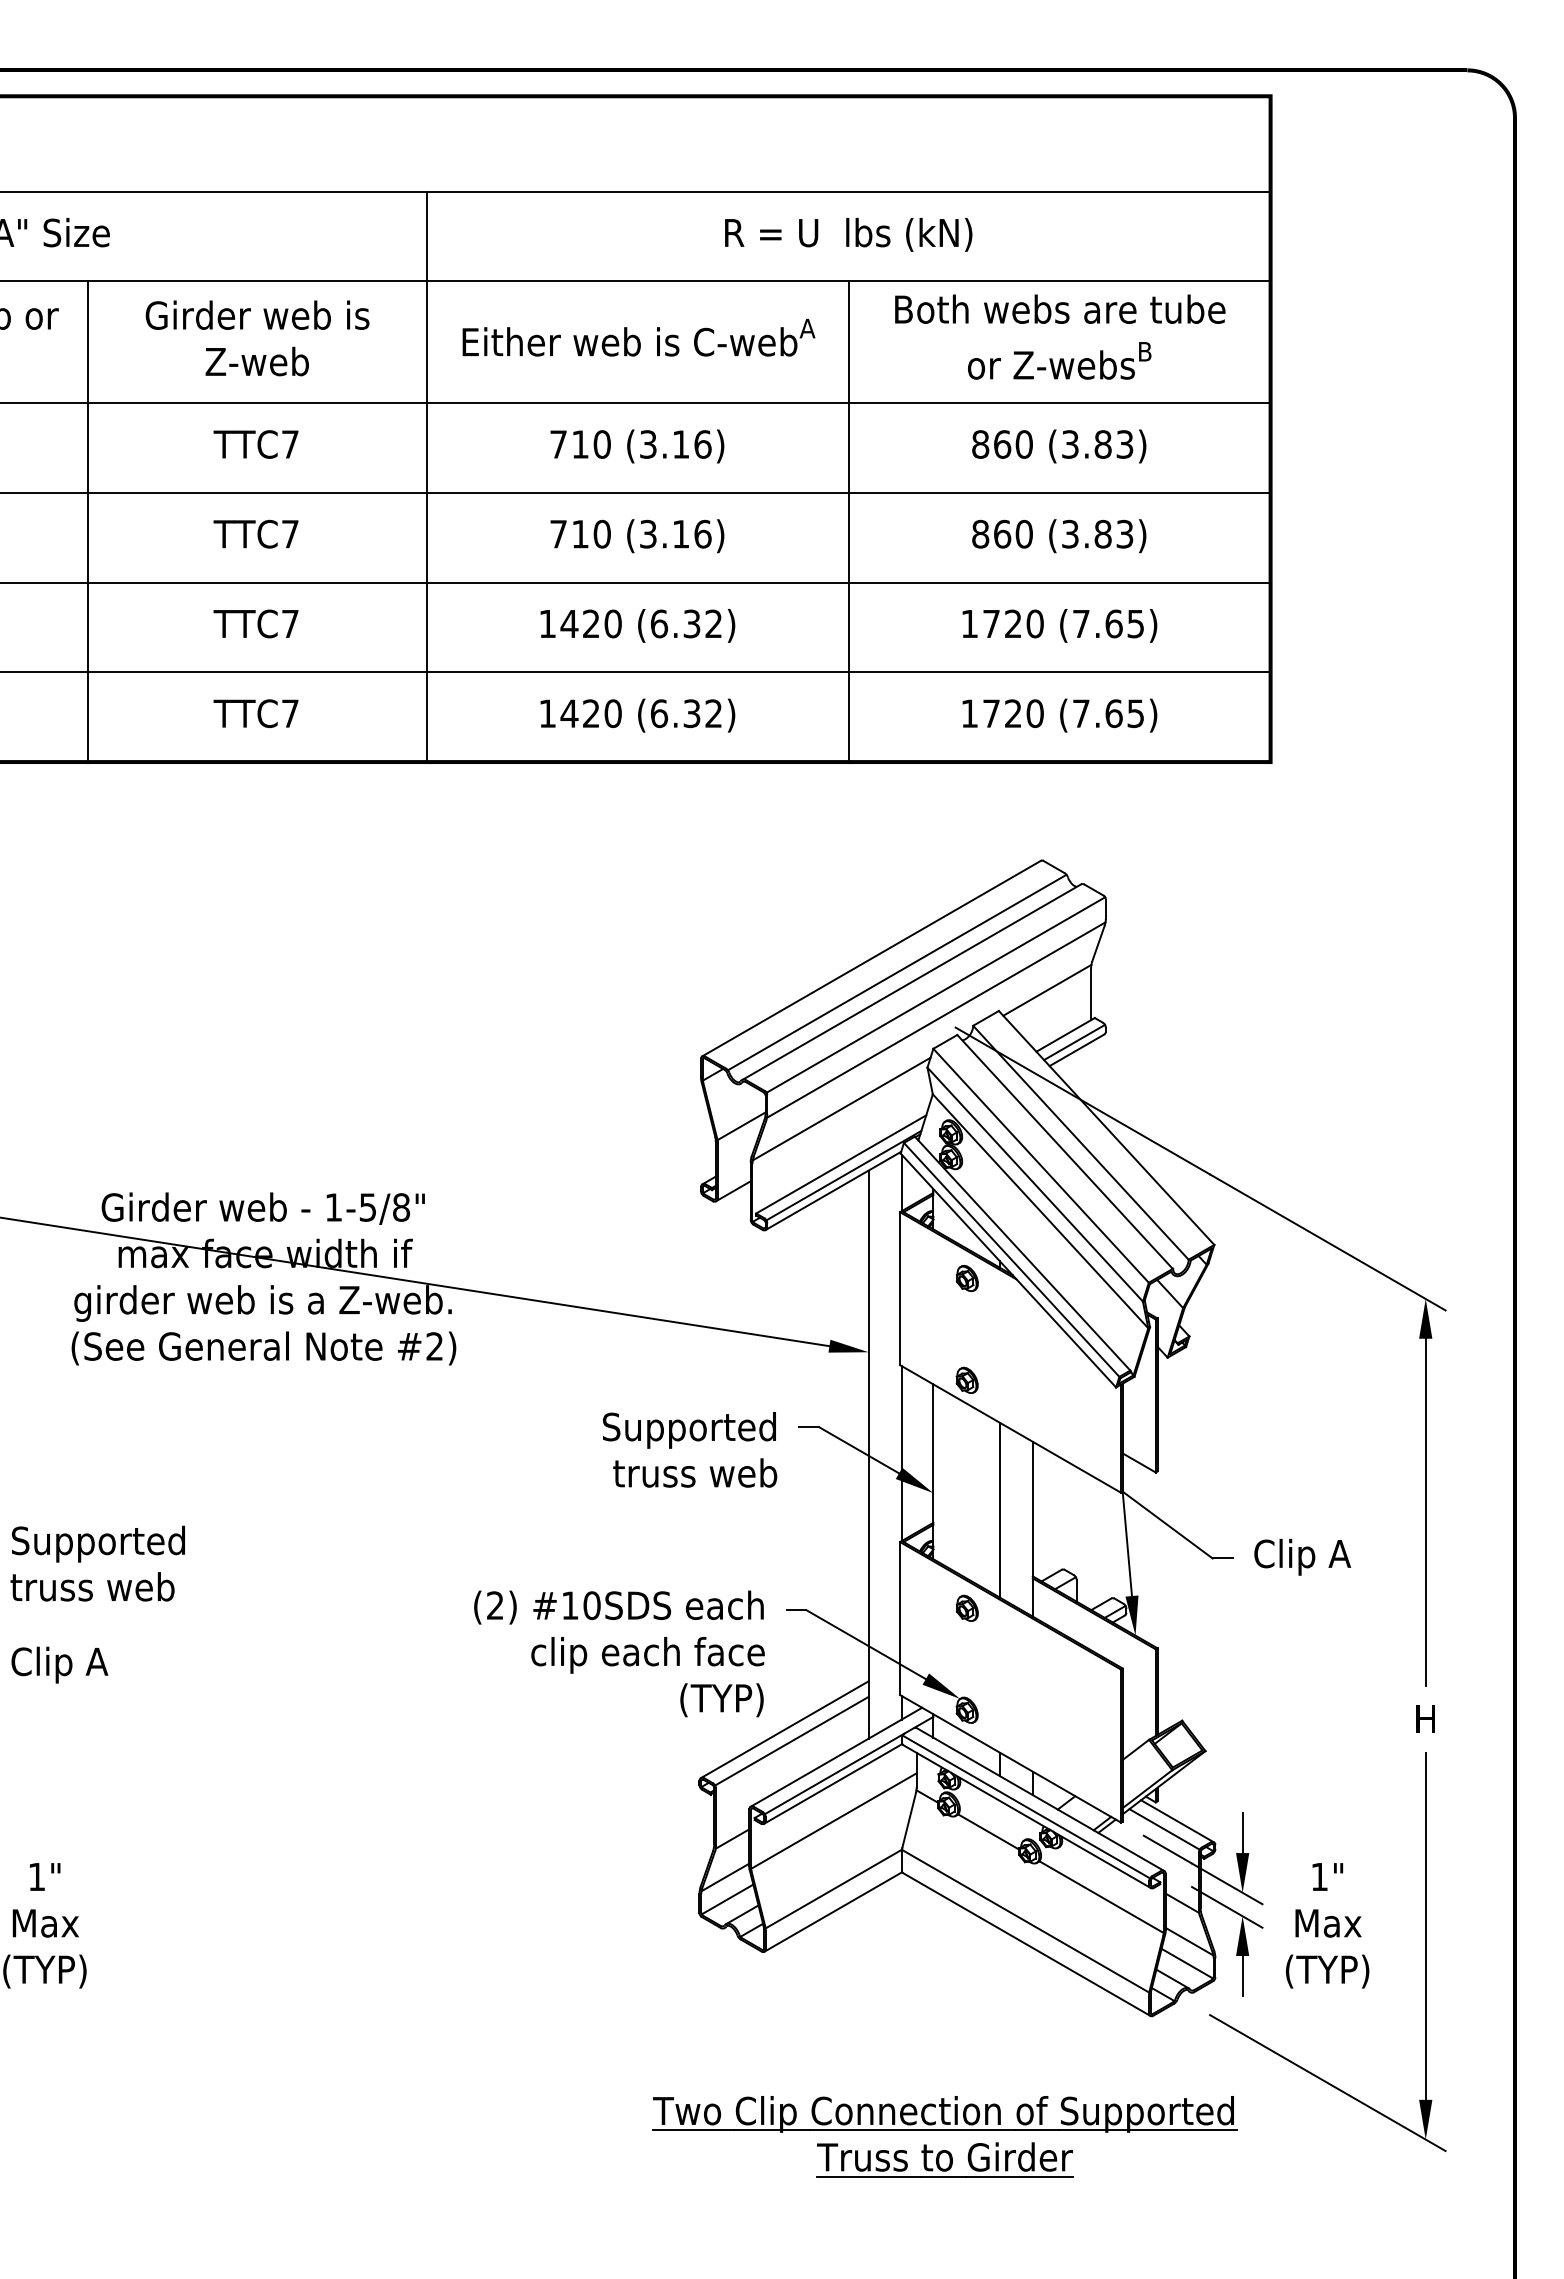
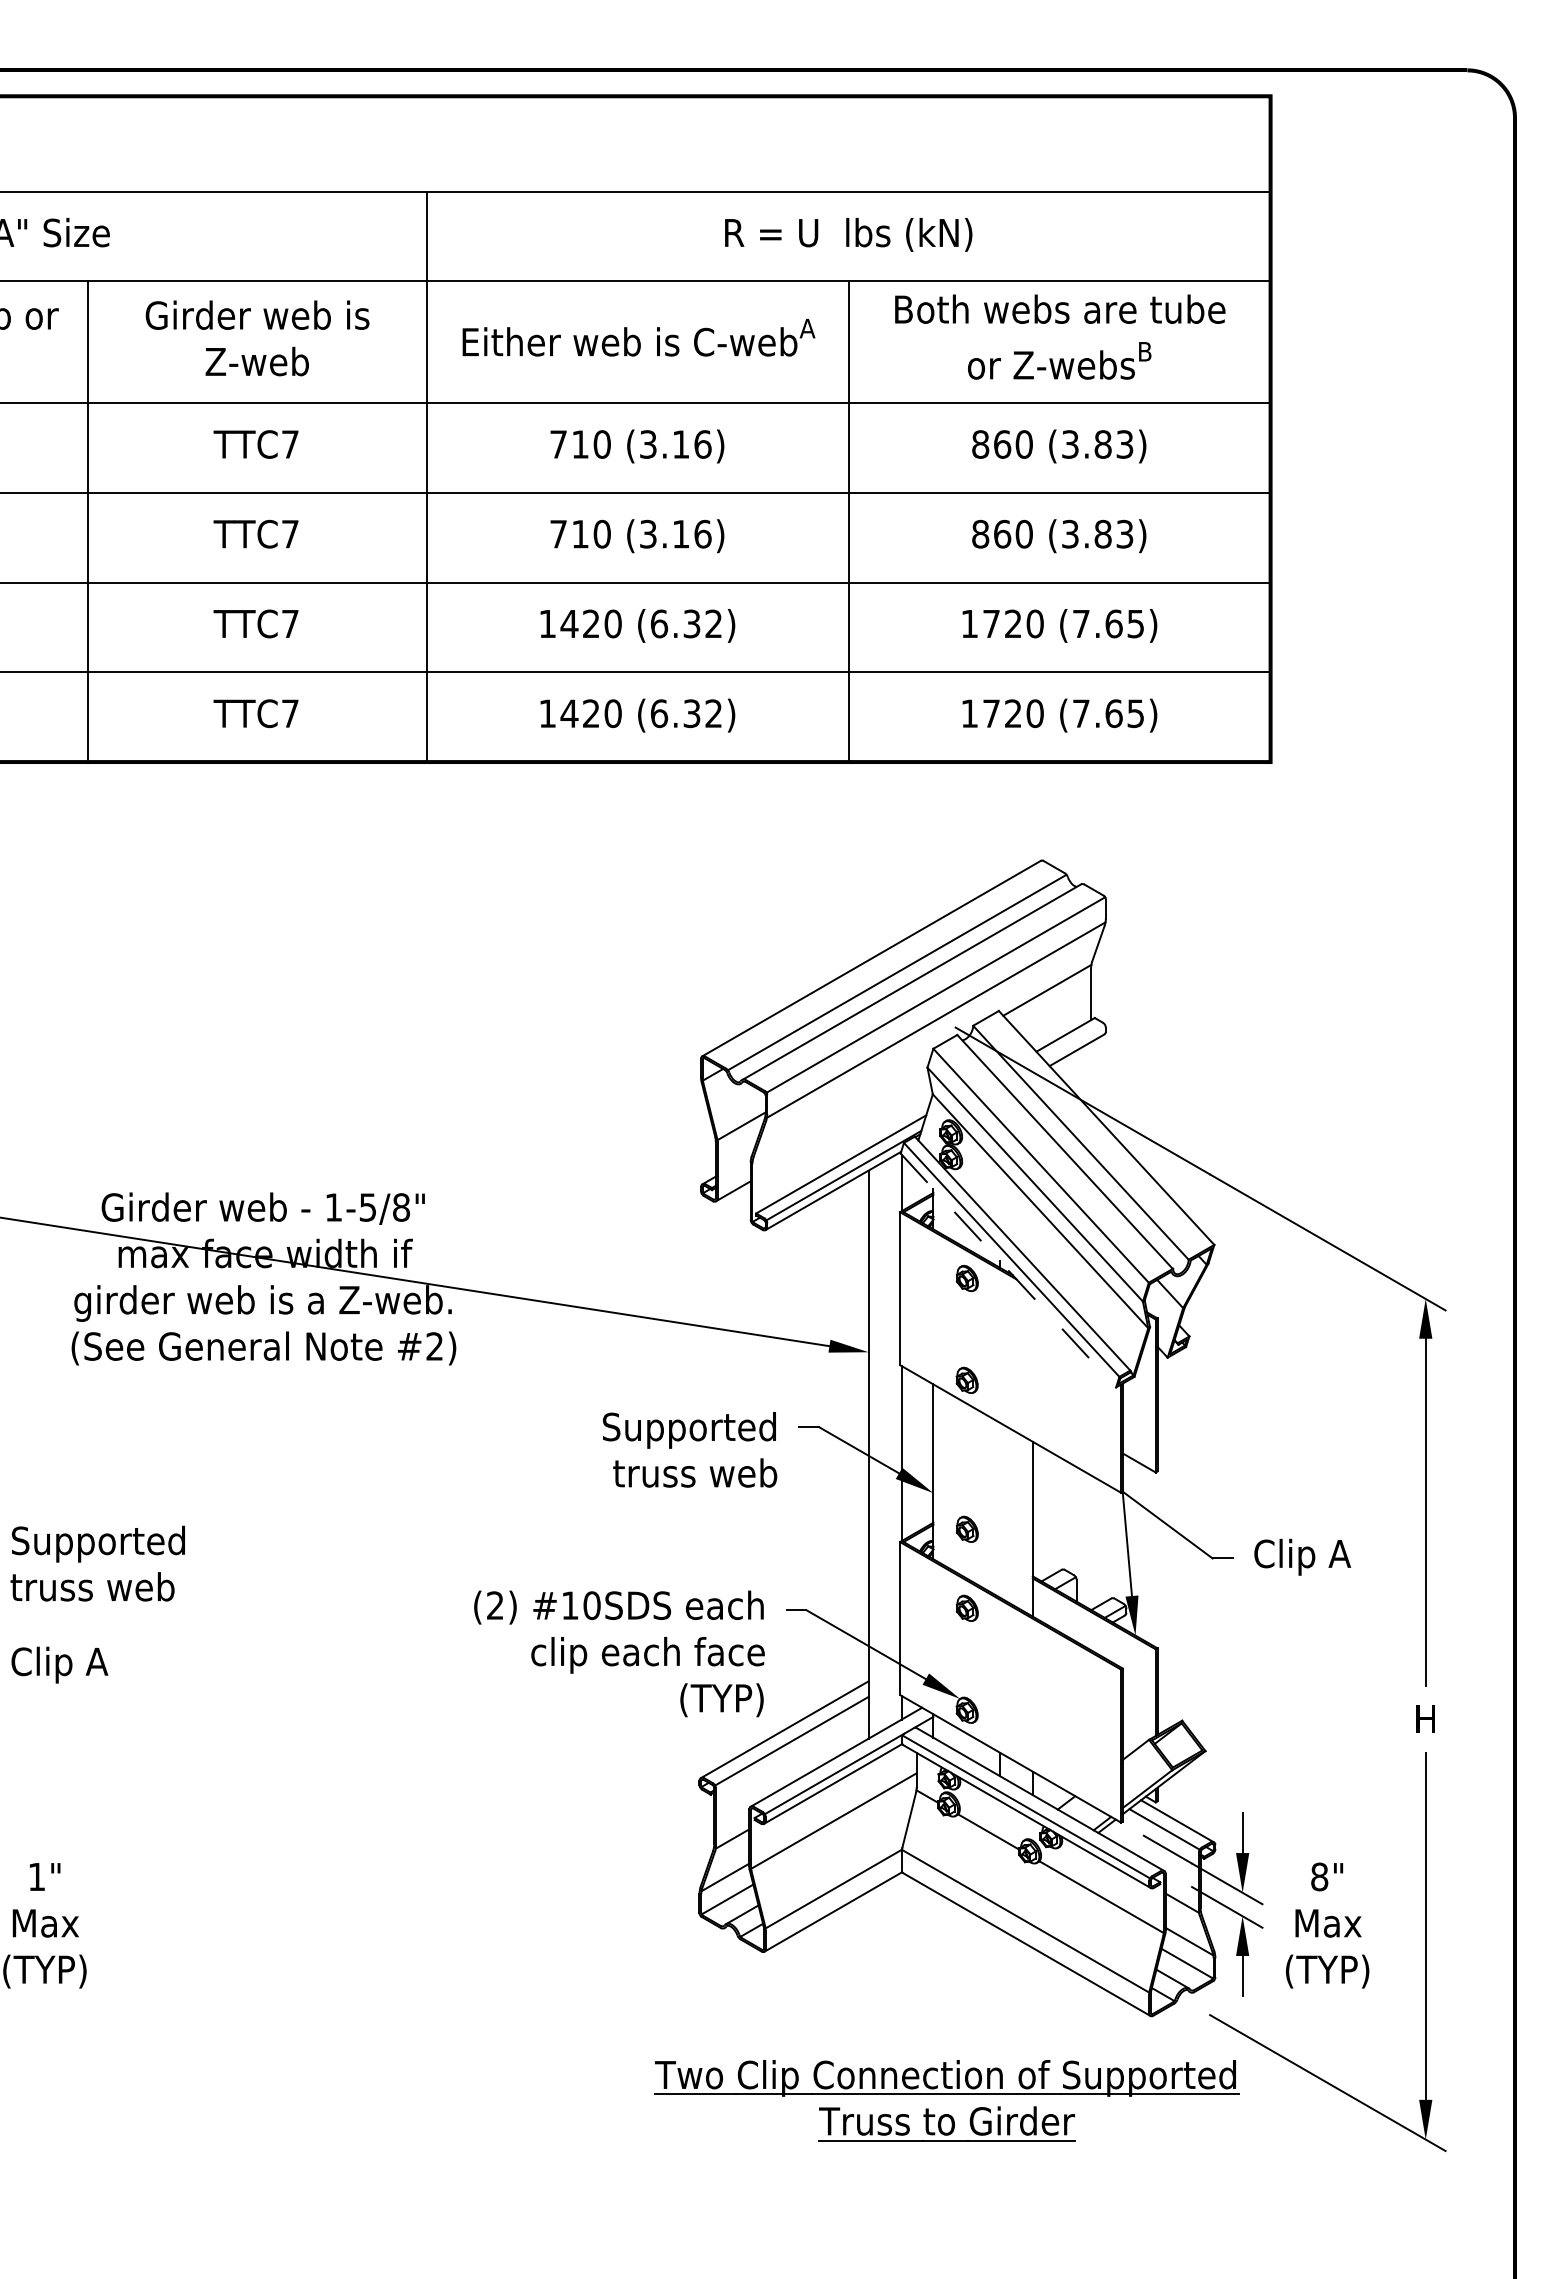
line at (1074, 1042): present -> none
line at (841, 1108): present -> none
line at (1008, 1270): solid -> dashed
line at (999, 1509): present -> none
part at (966, 1528): none -> present
text at (1319, 1876): 1" -> 8"
part at (944, 2136) position: (944, 2136) -> (946, 2100)
